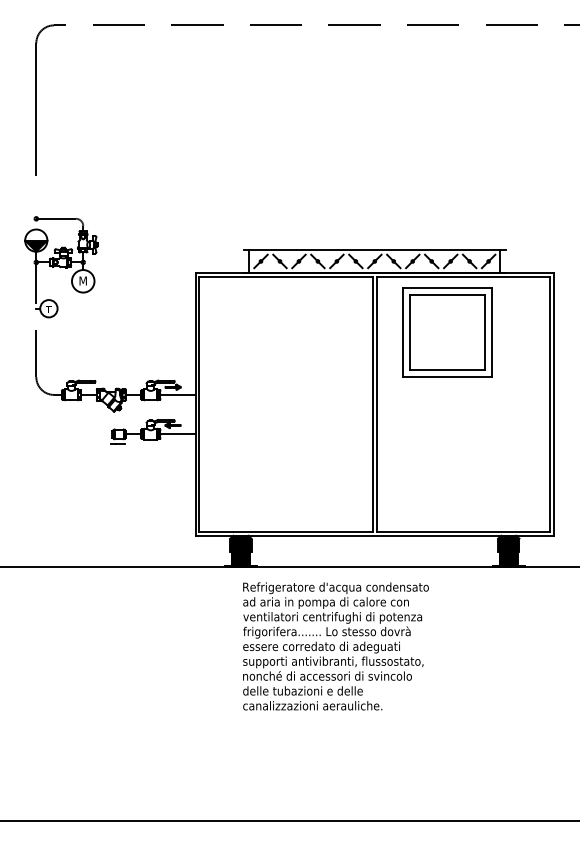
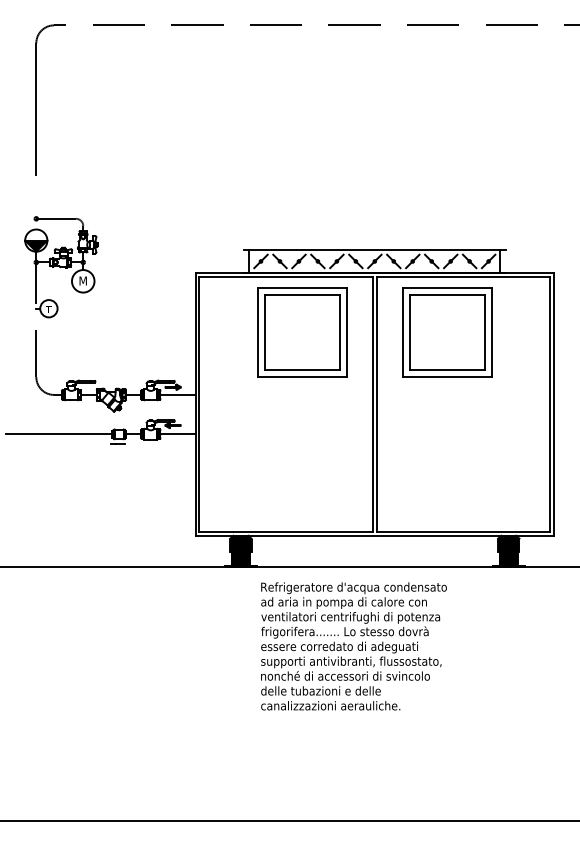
part at (302, 332): none -> present
line at (58, 434): none -> present
text at (335, 646) position: (335, 646) -> (353, 646)
